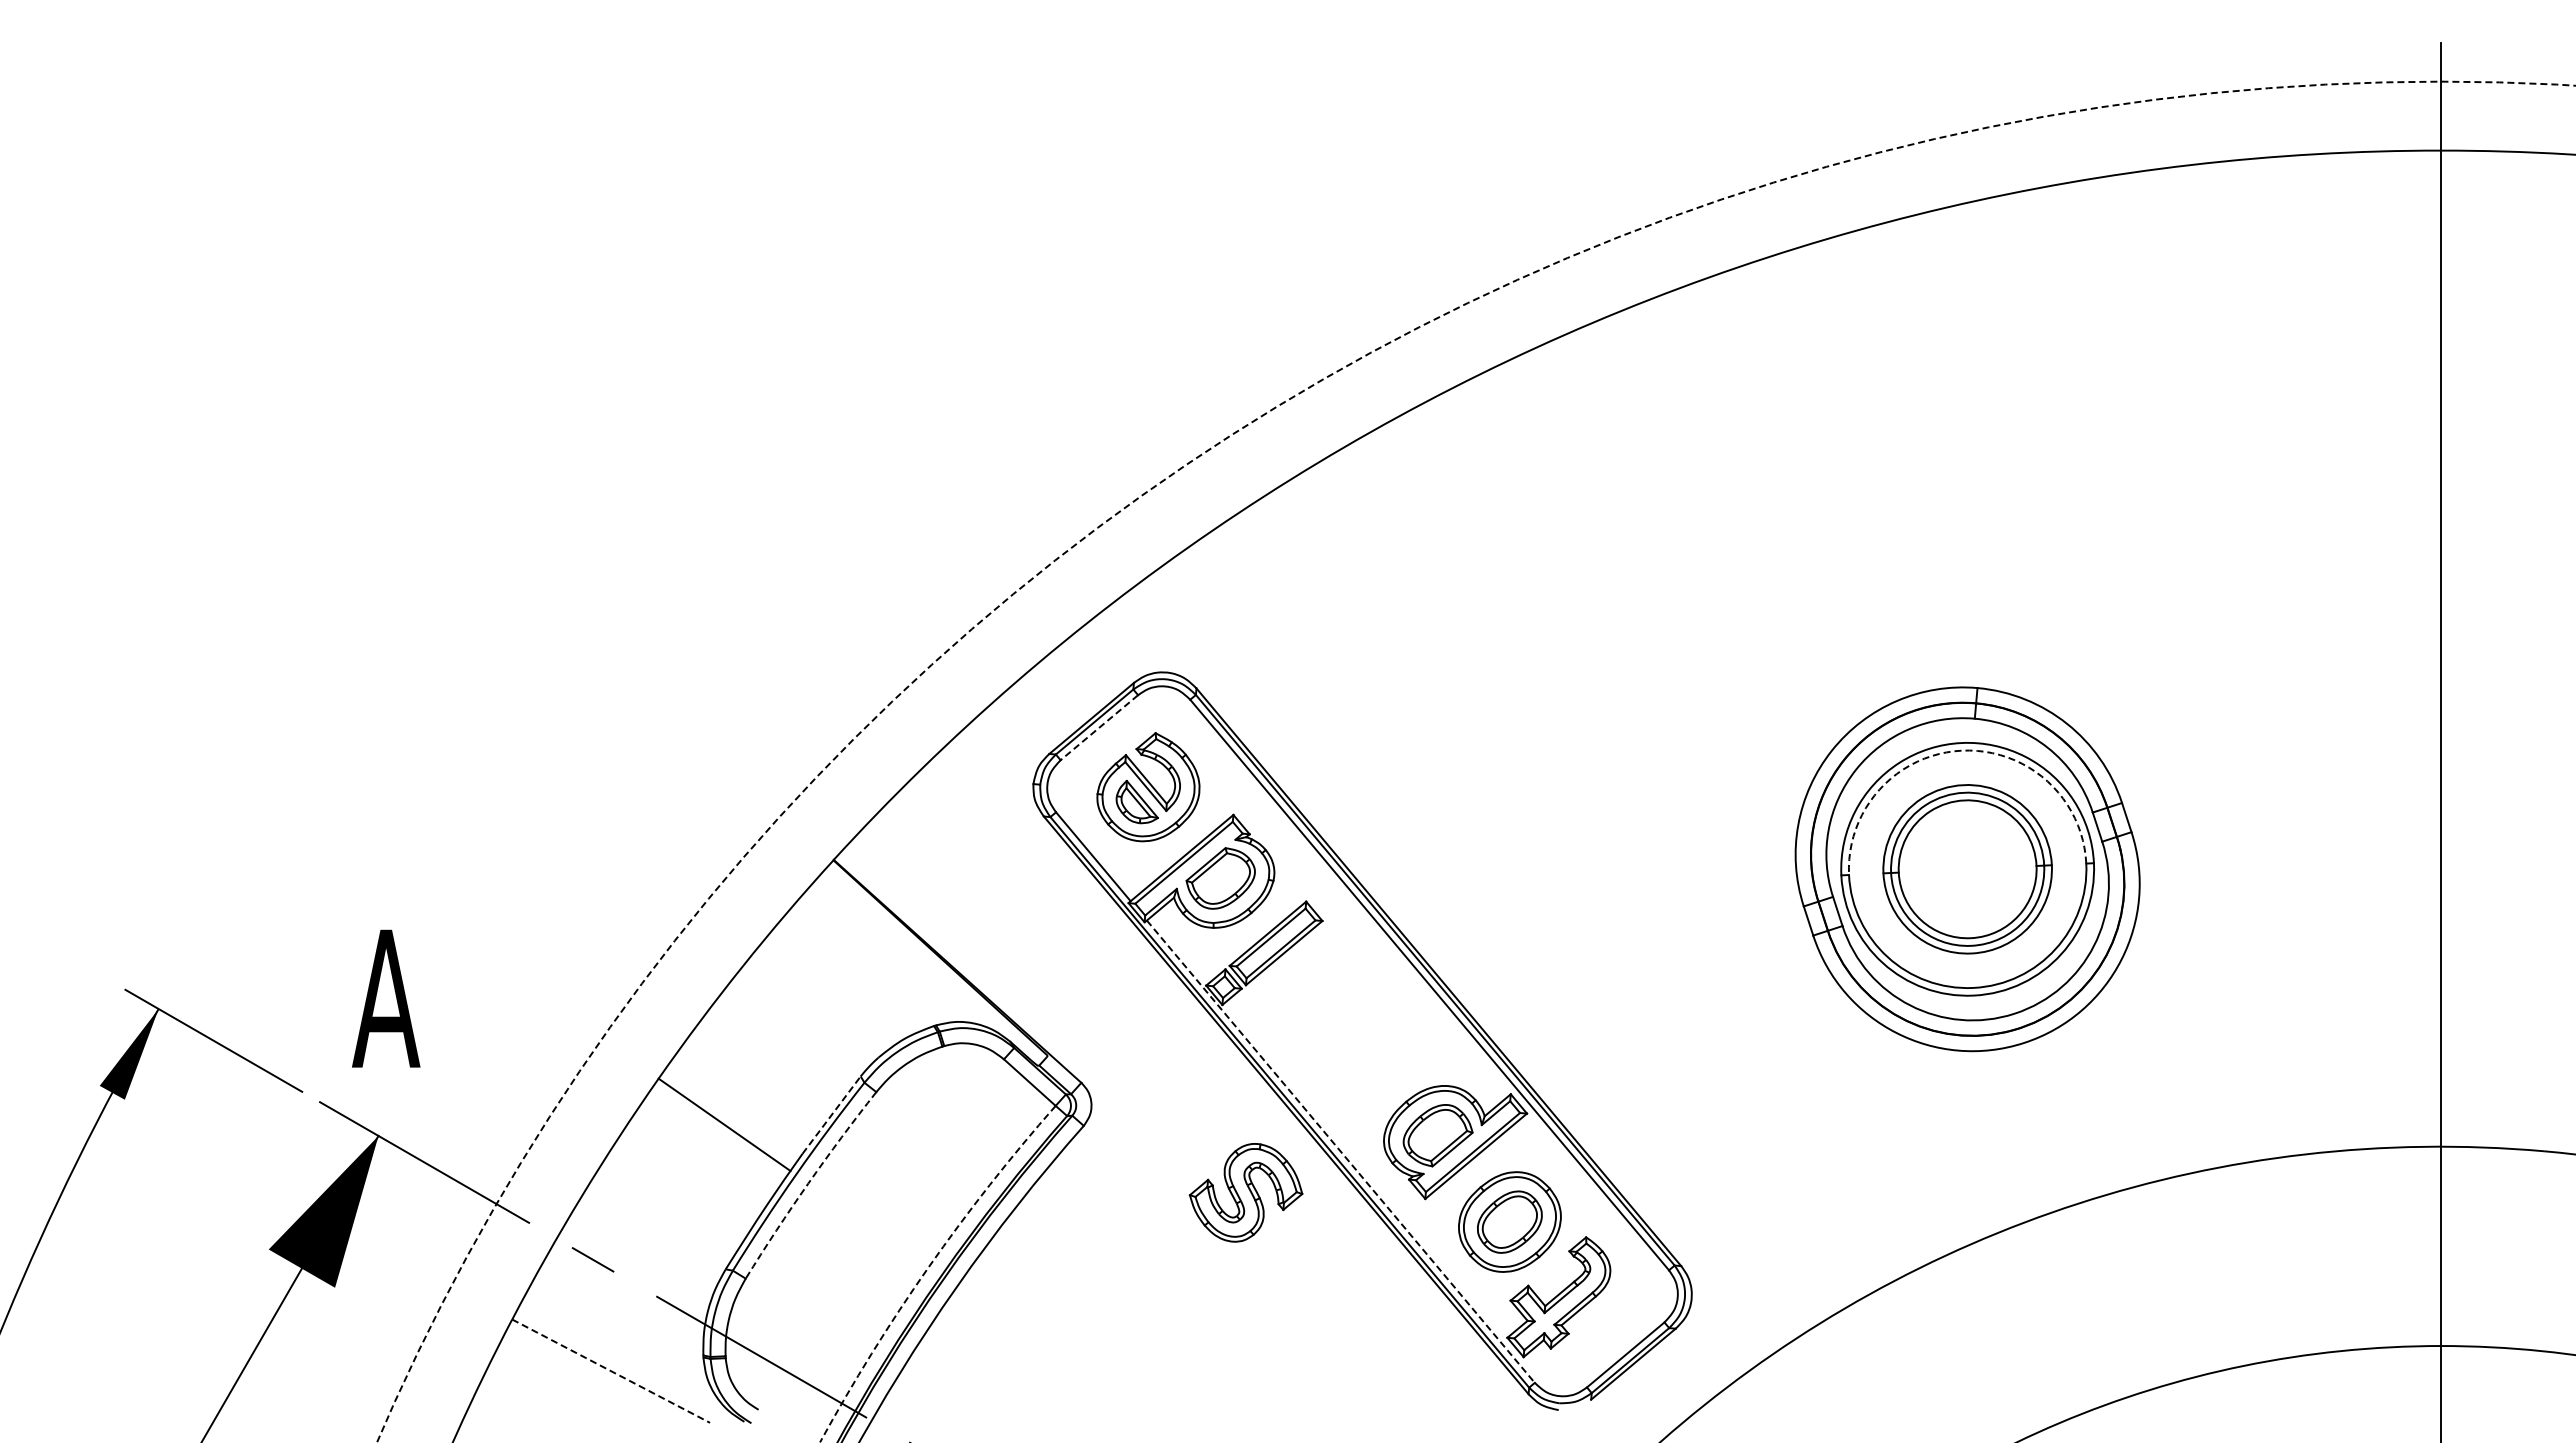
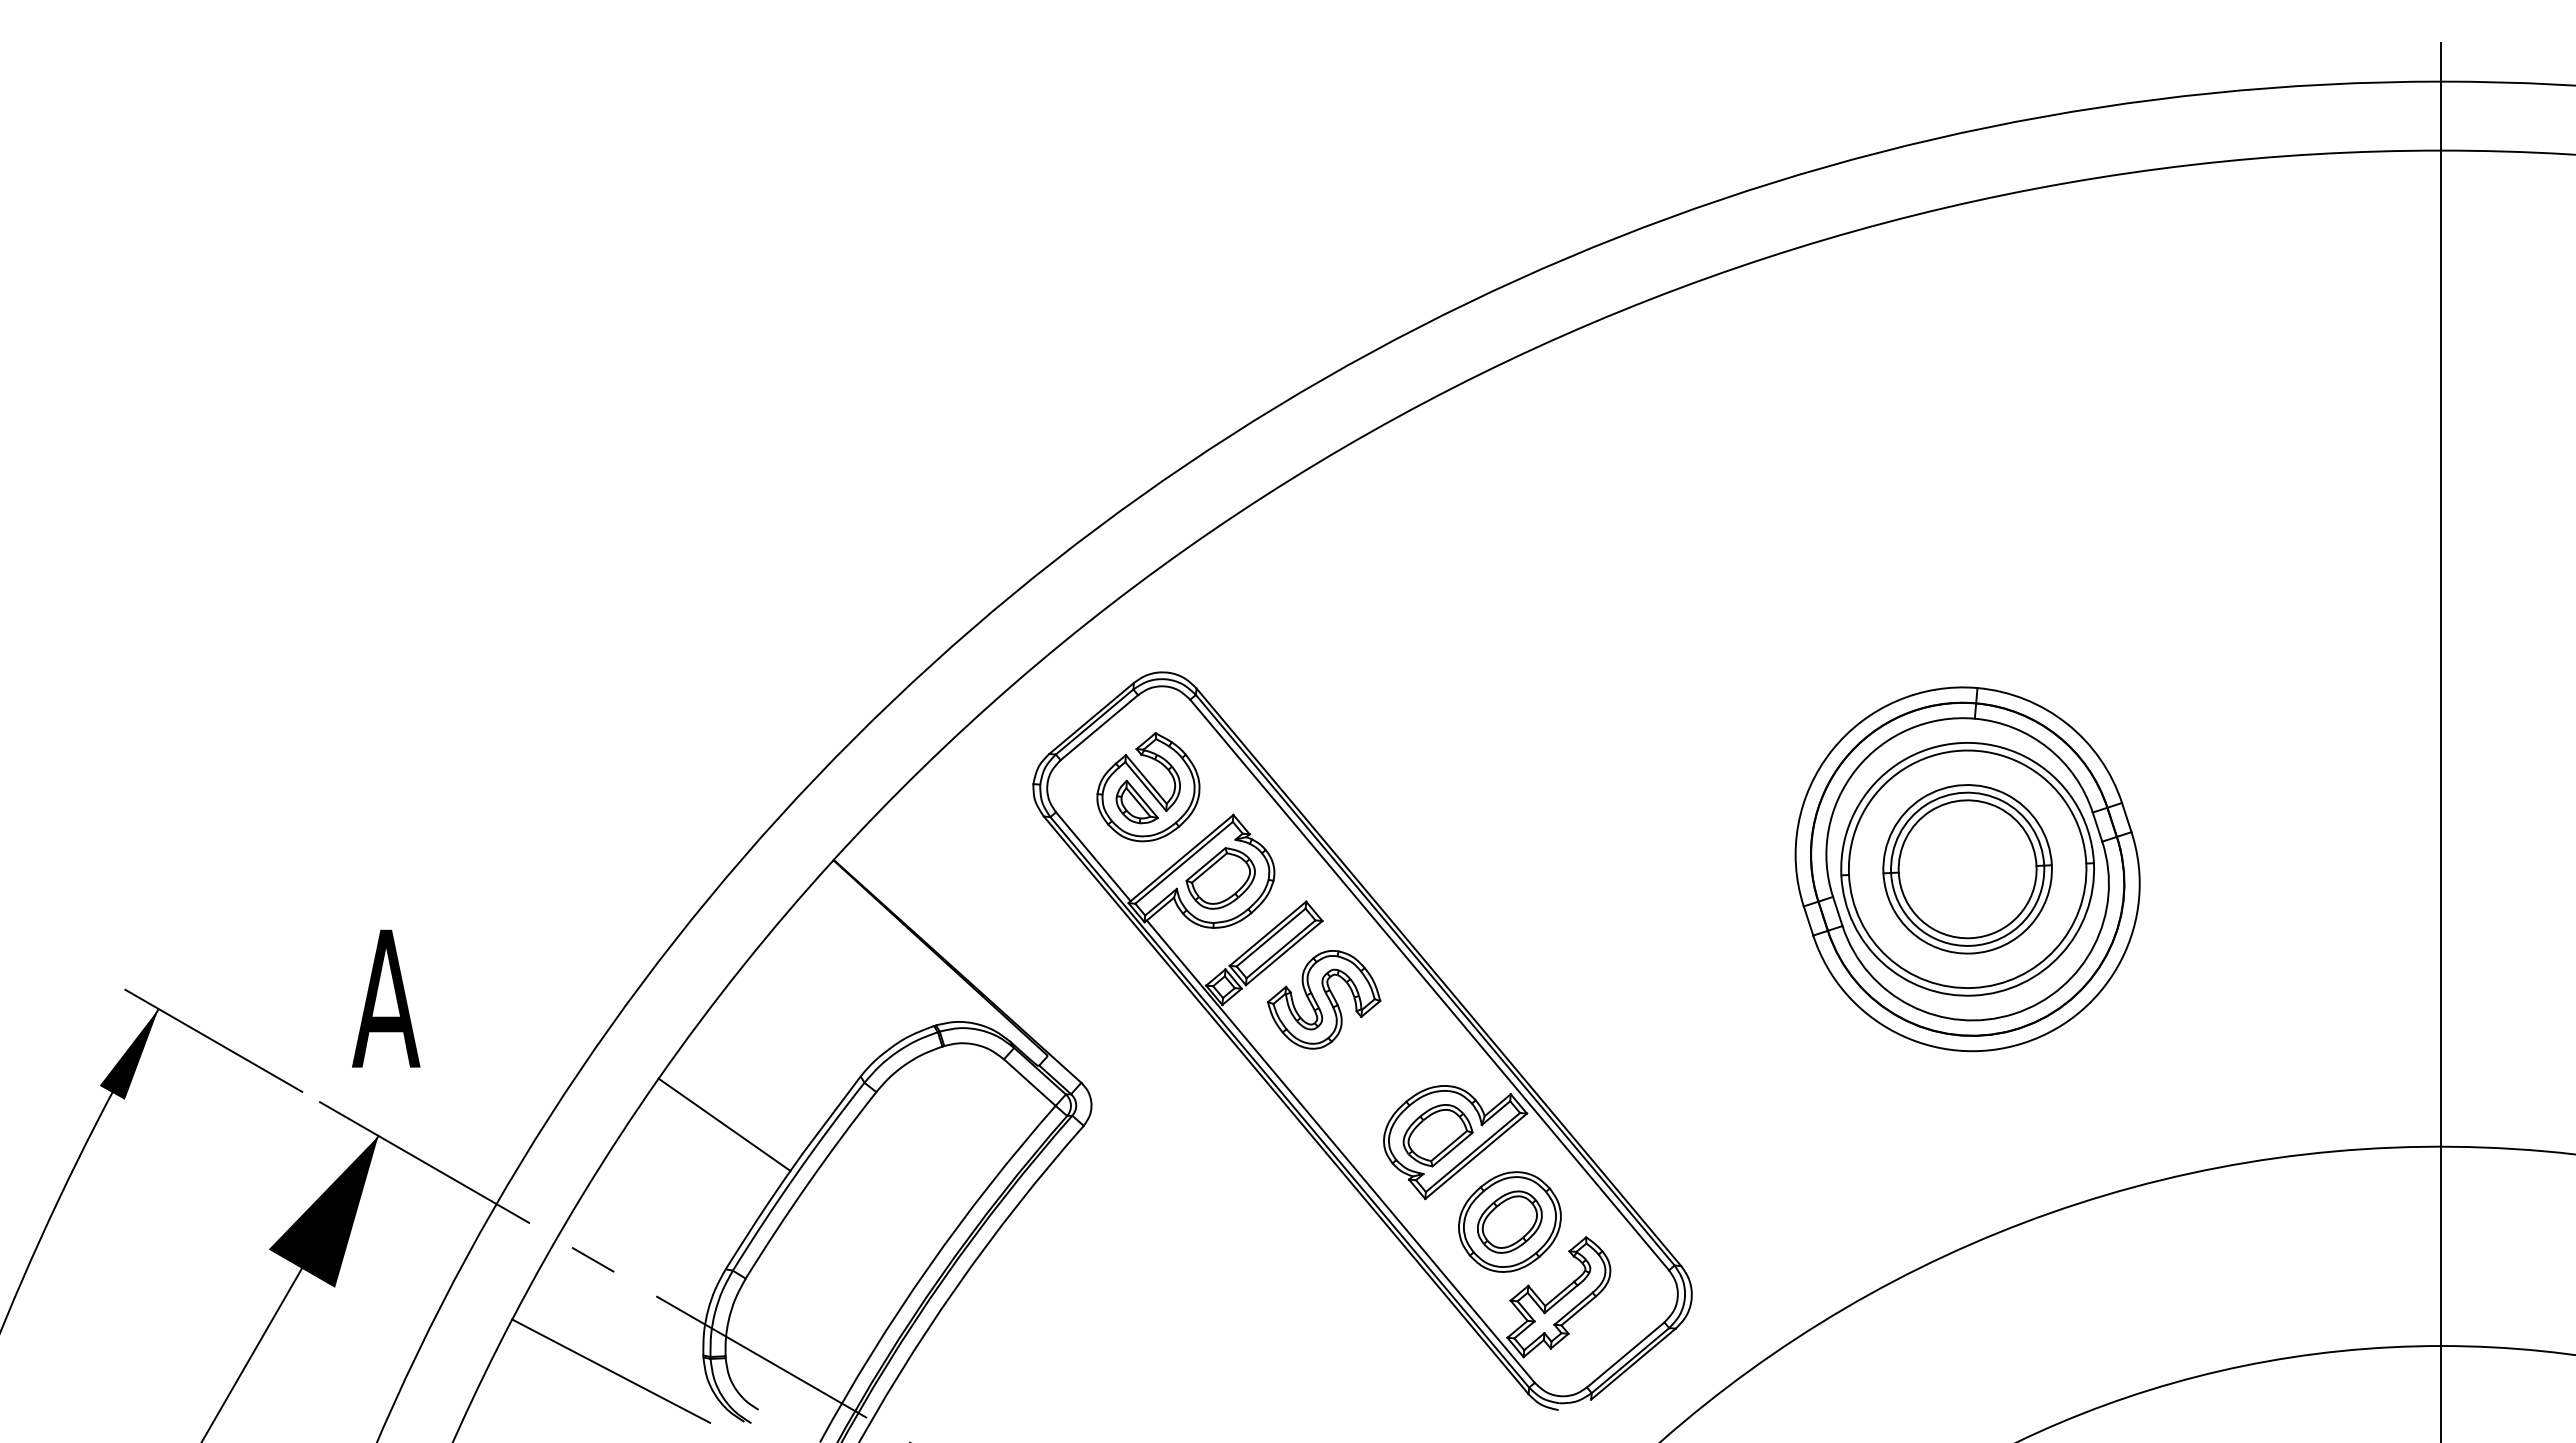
arc at (1262, 416): dashed -> solid
line at (1099, 727): dashed -> solid
arc at (1961, 750): dashed -> solid
line at (831, 1114): dashed -> solid
line at (1340, 1151): dashed -> solid
arc at (808, 1183): dashed -> solid
part at (1245, 1192) position: (1245, 1192) -> (1323, 999)
arc at (928, 1267): dashed -> solid
line at (611, 1371): dashed -> solid
